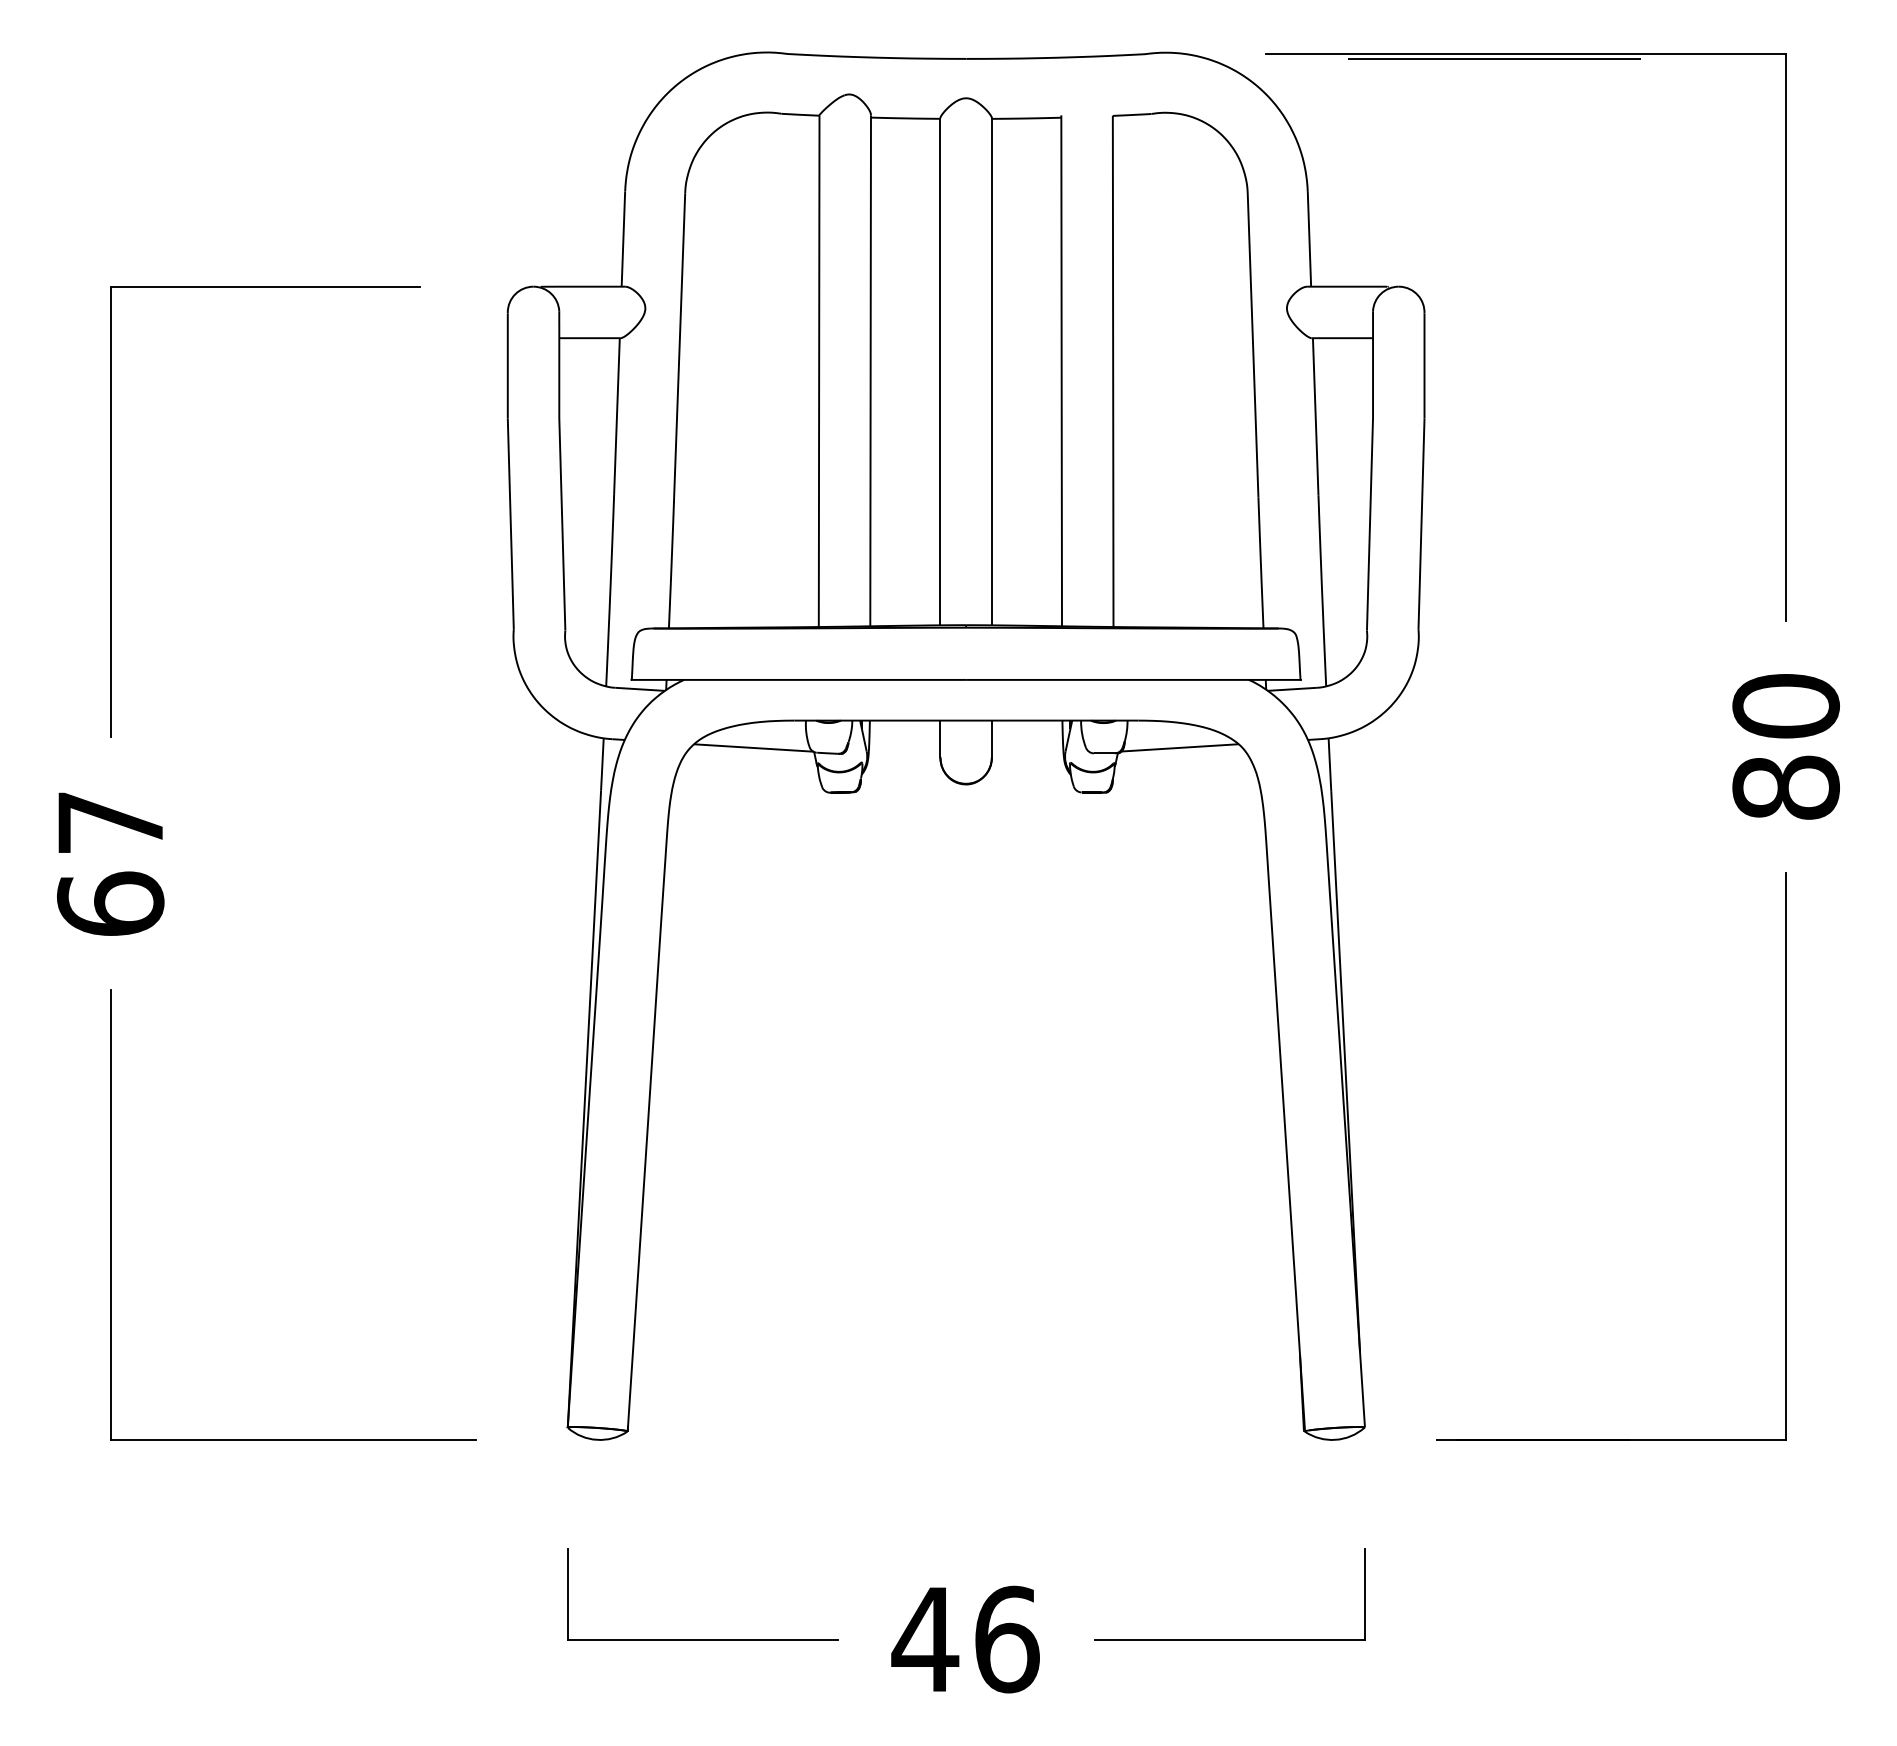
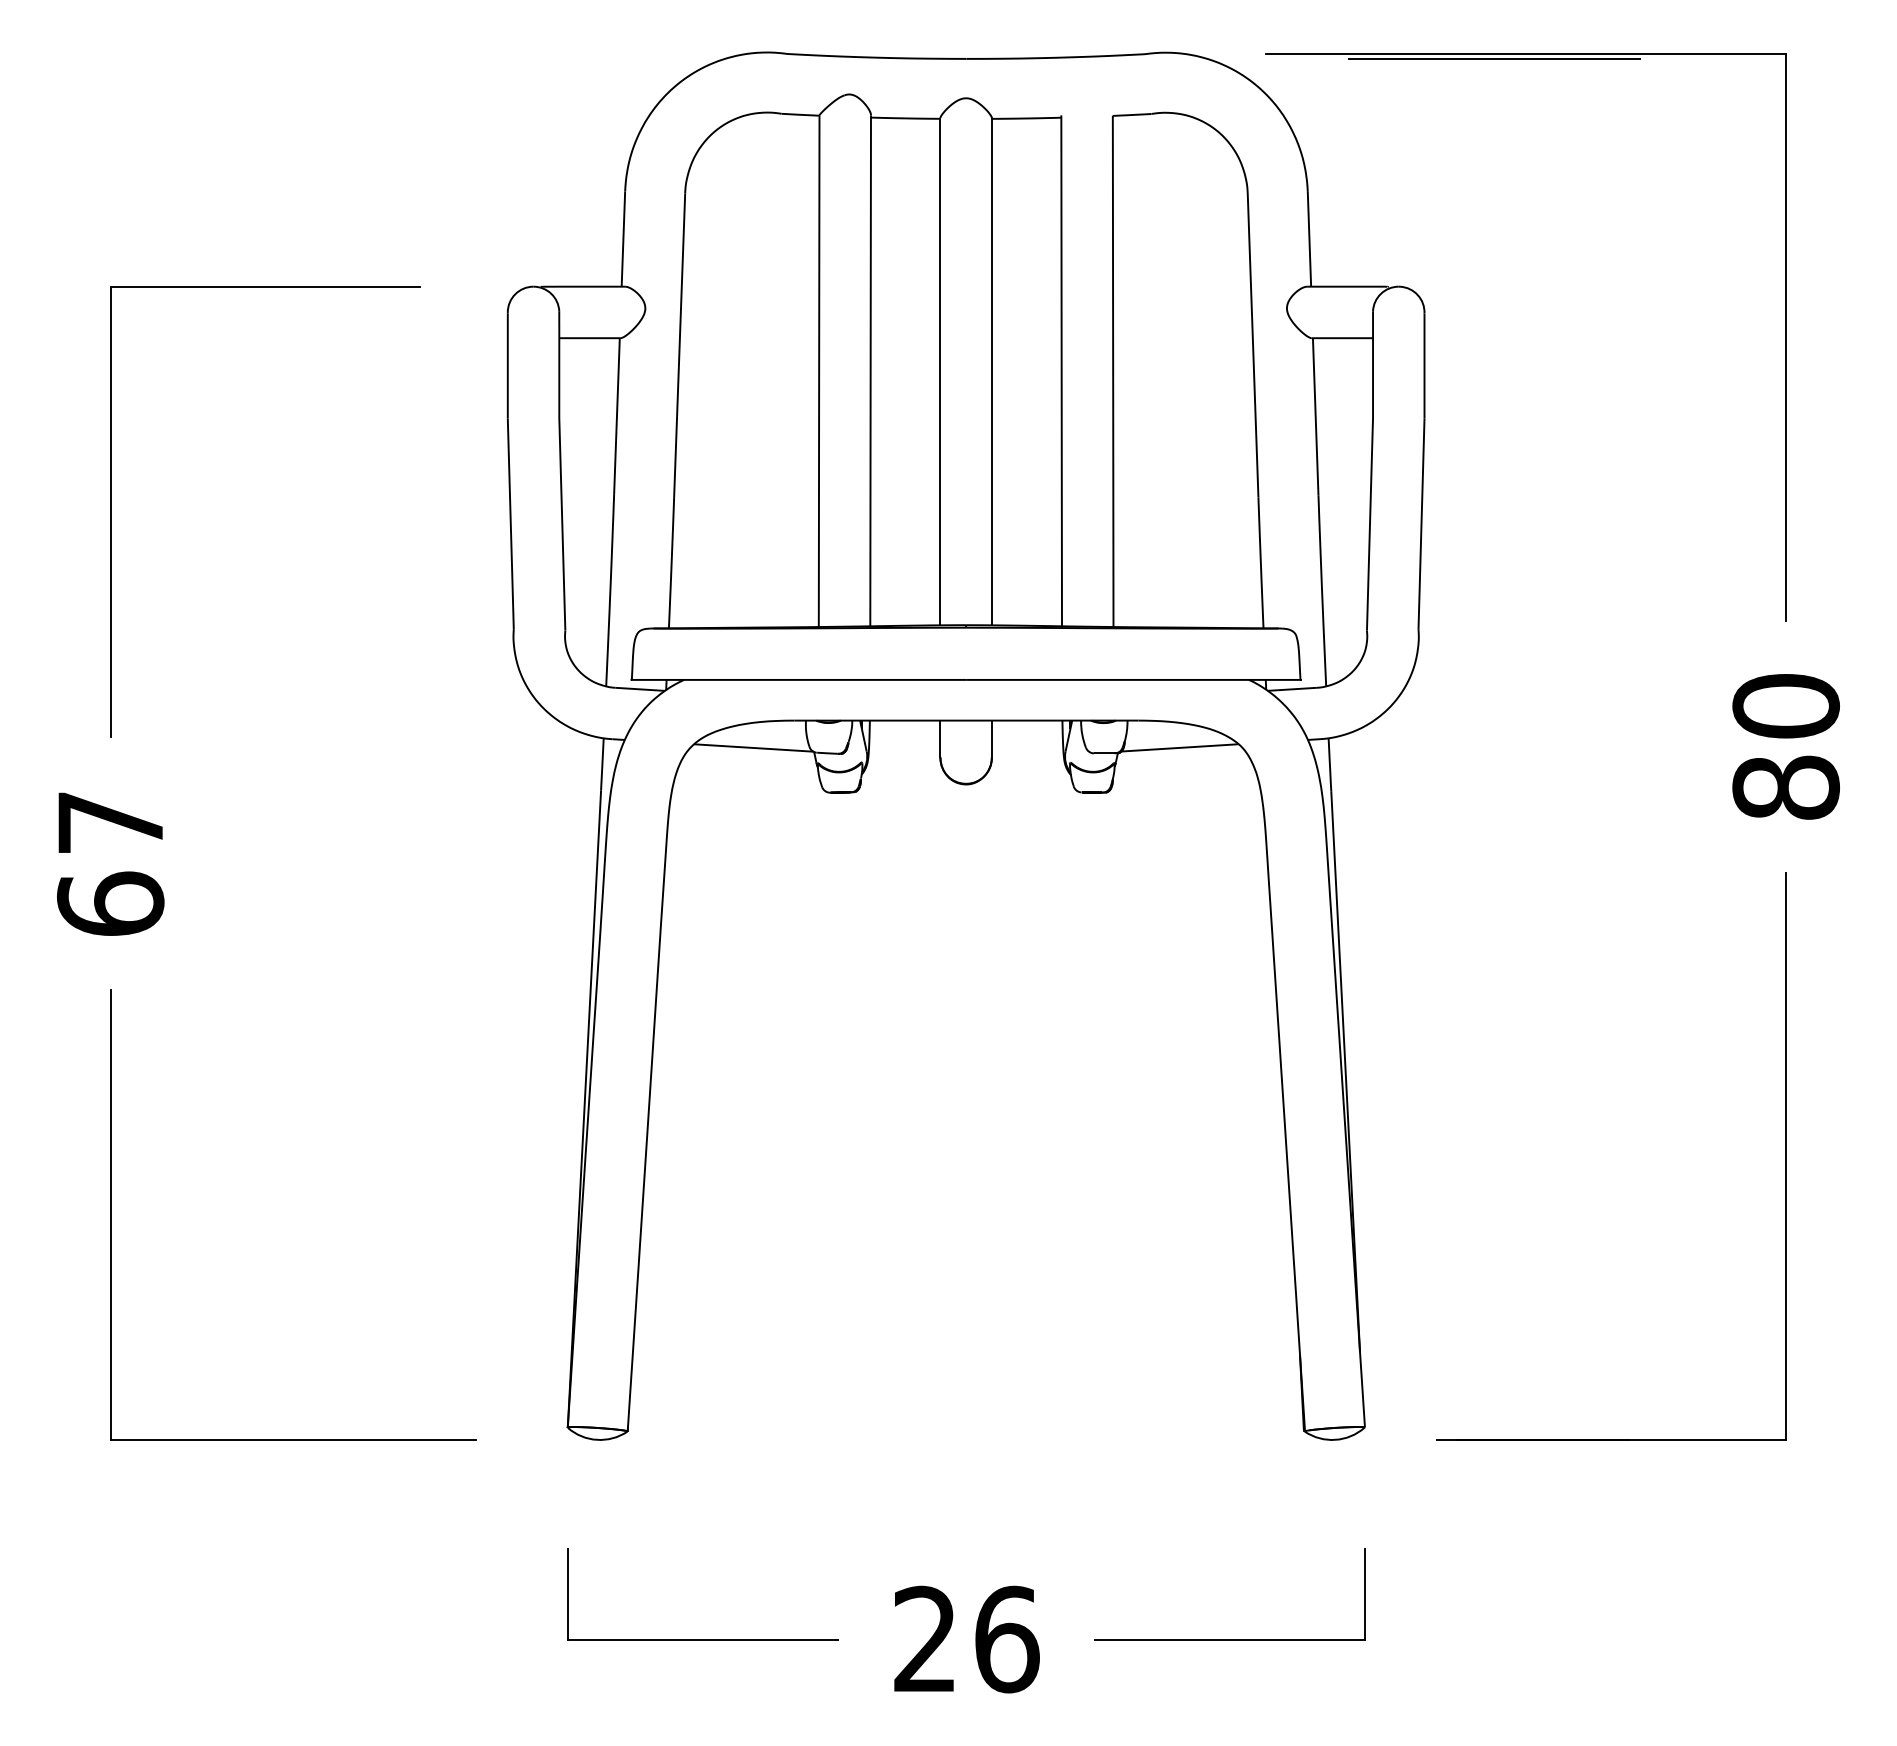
text at (925, 1638): 46 -> 26
